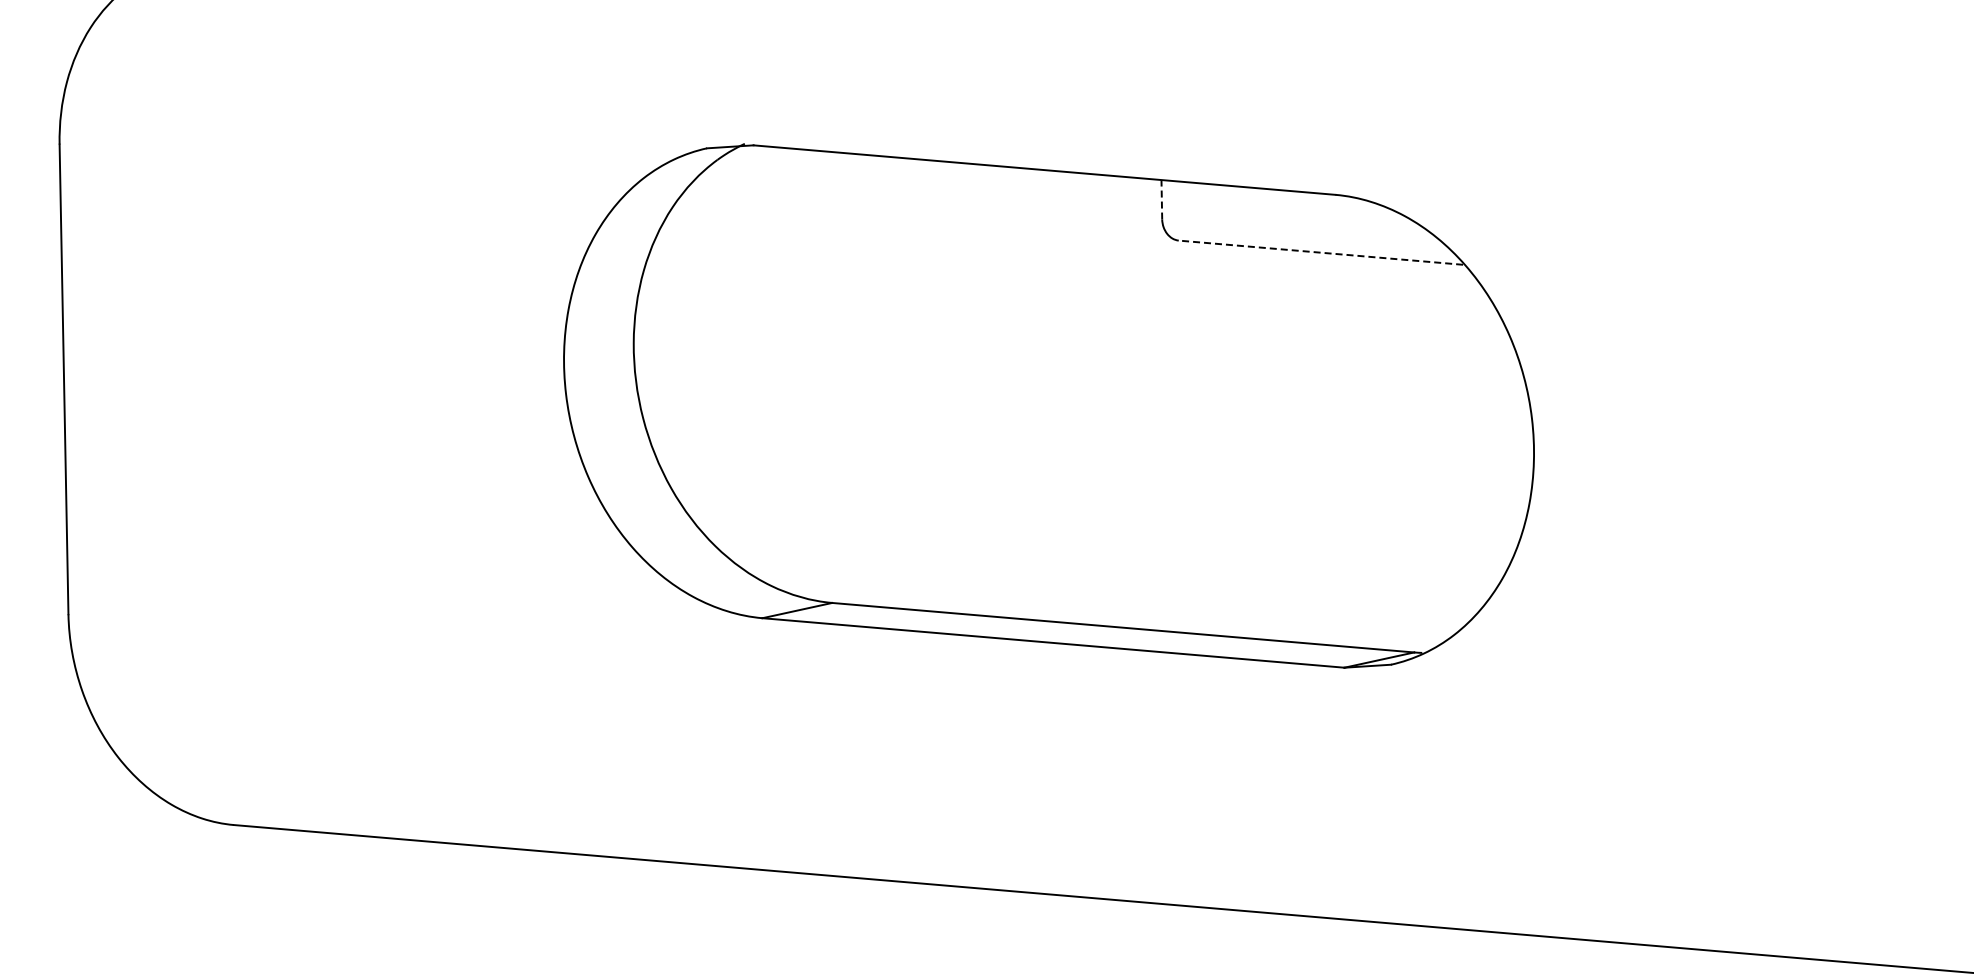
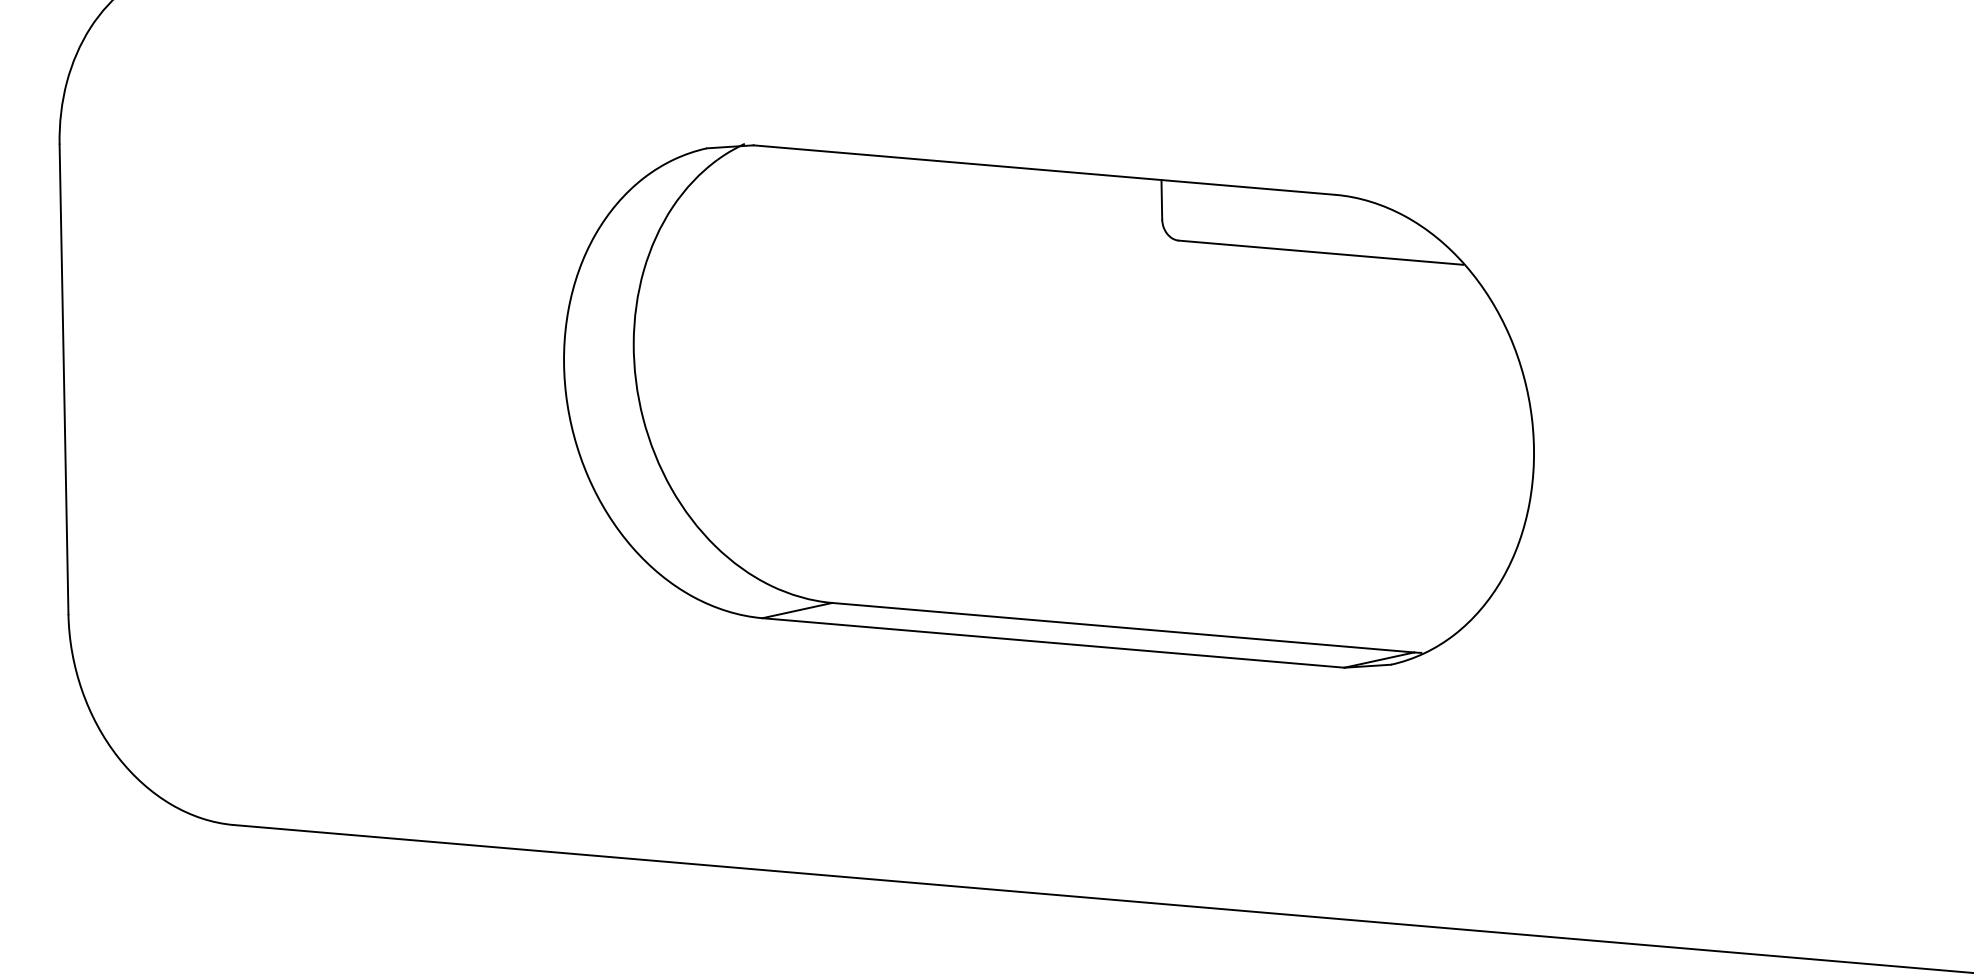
line at (1161, 199): dashed -> solid
line at (1320, 252): dashed -> solid
